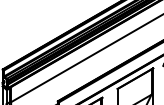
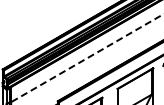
line at (87, 58): solid -> dashed
